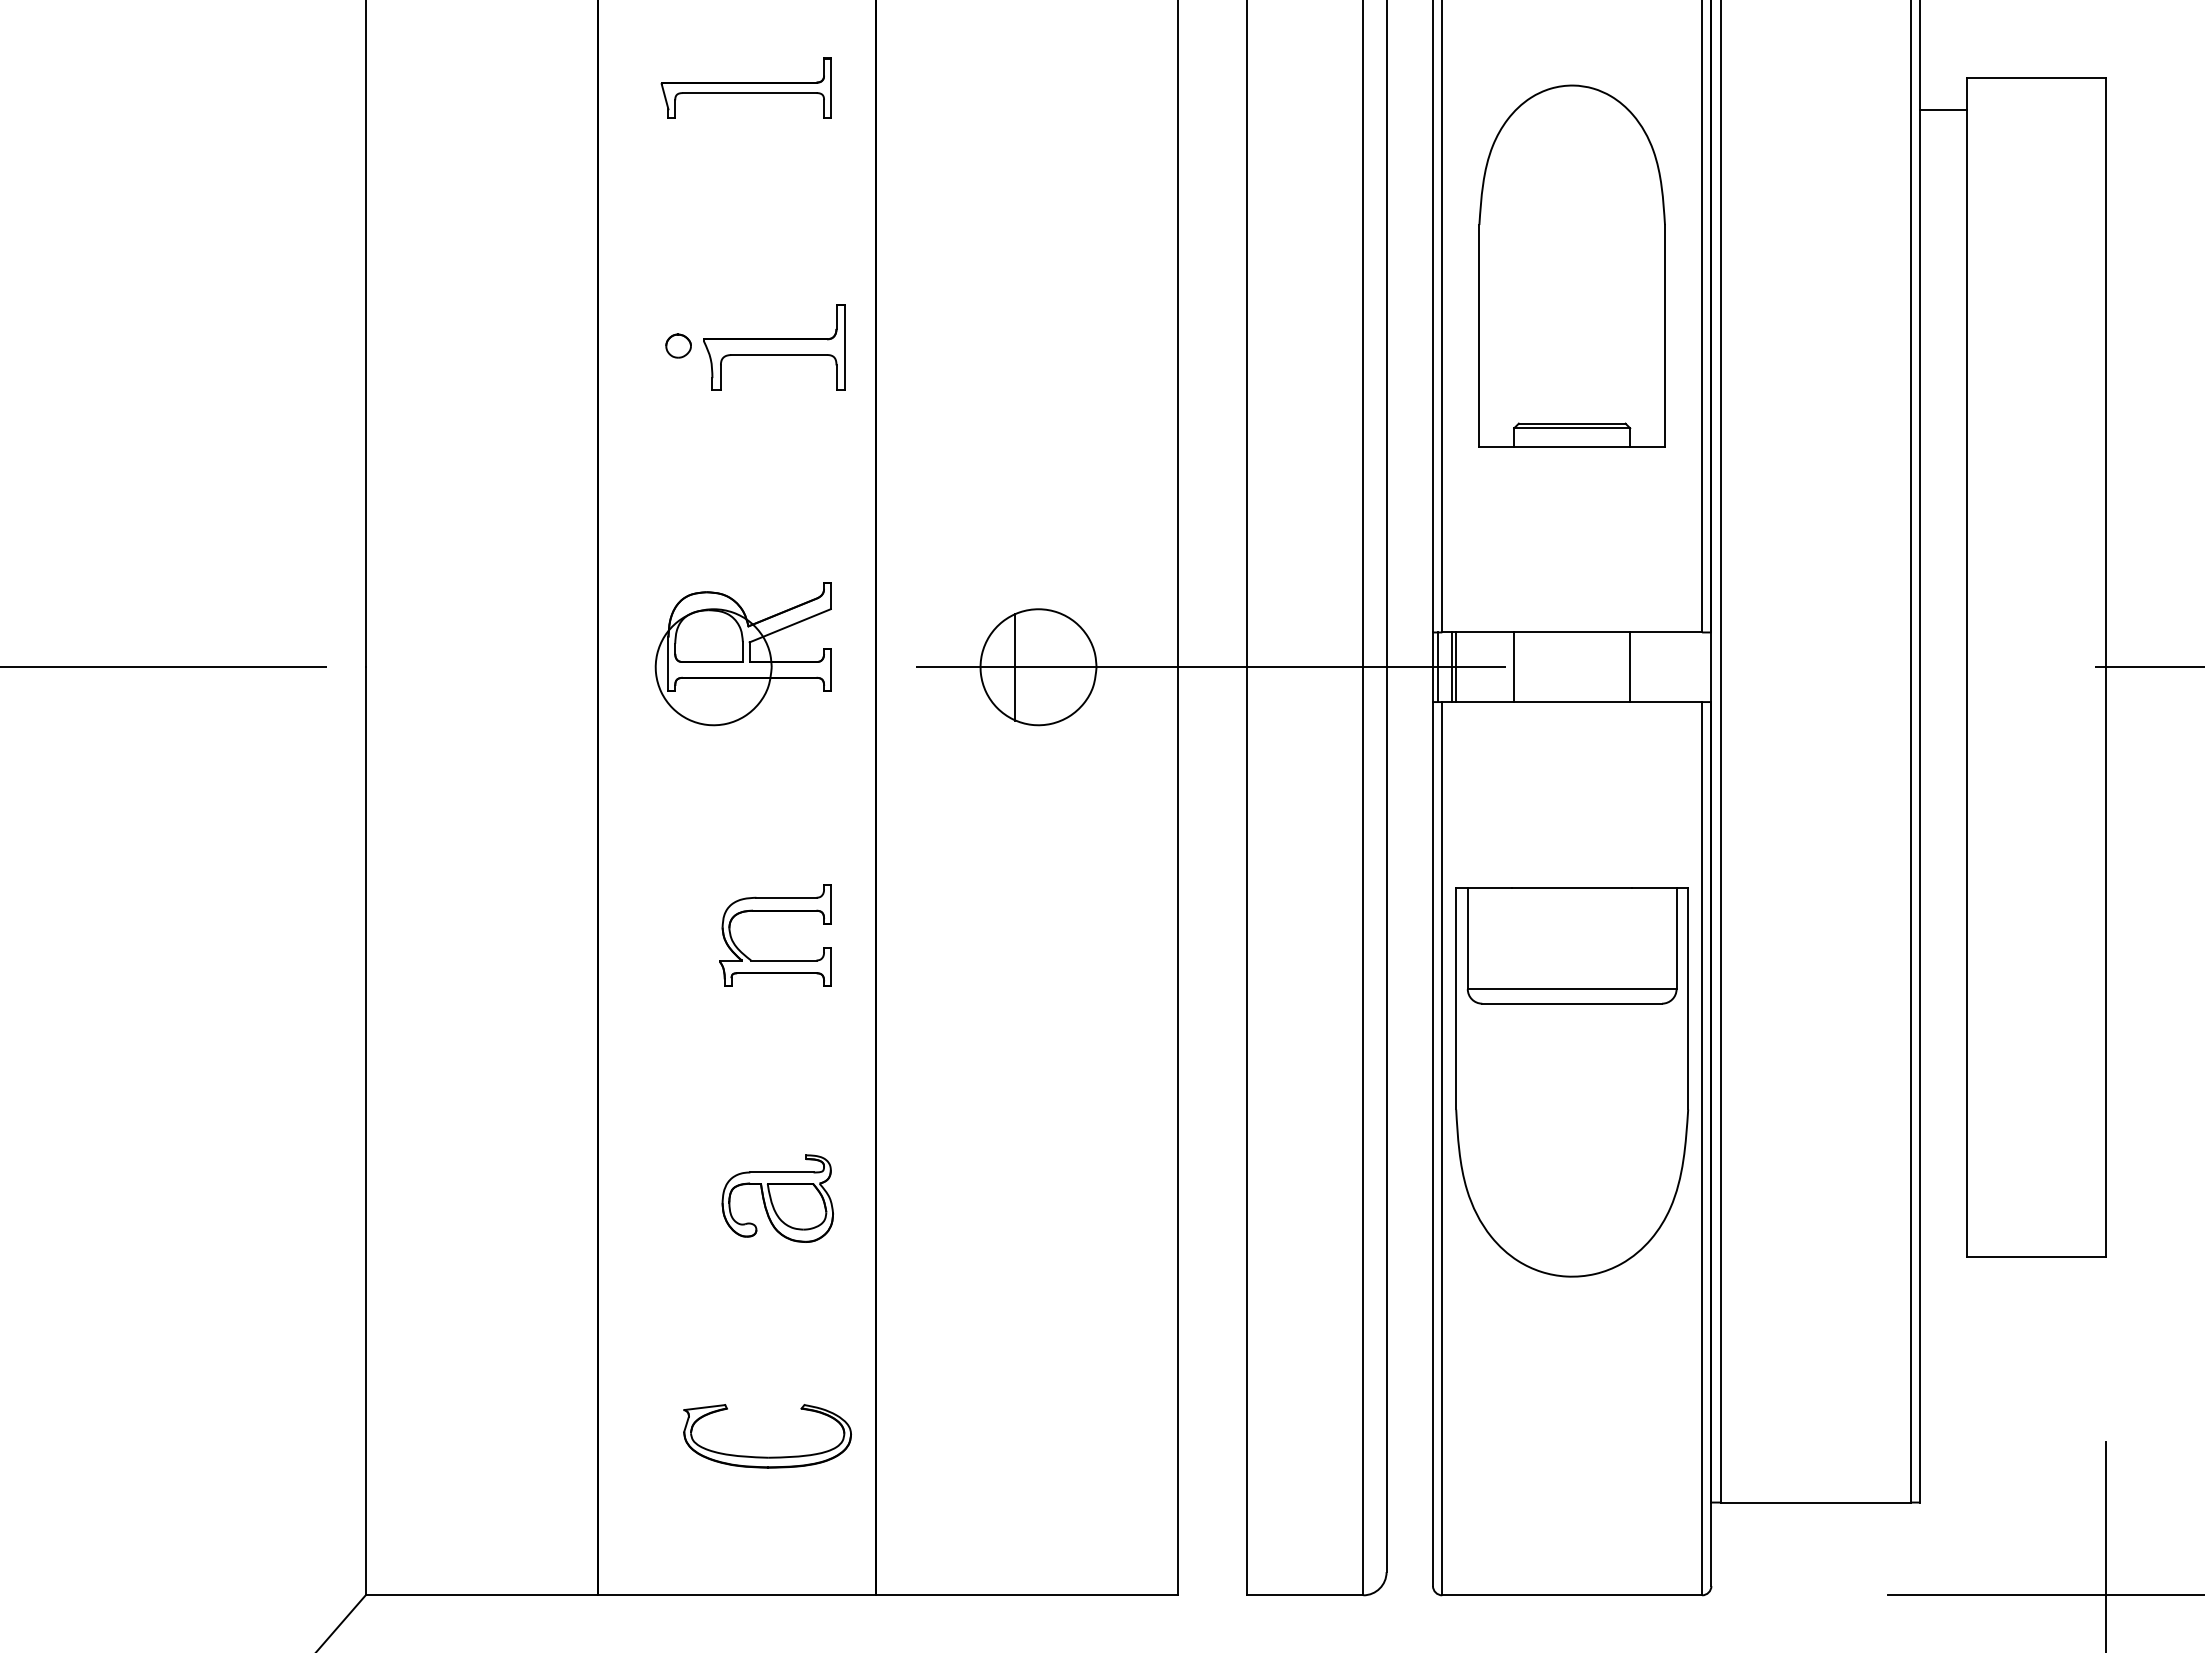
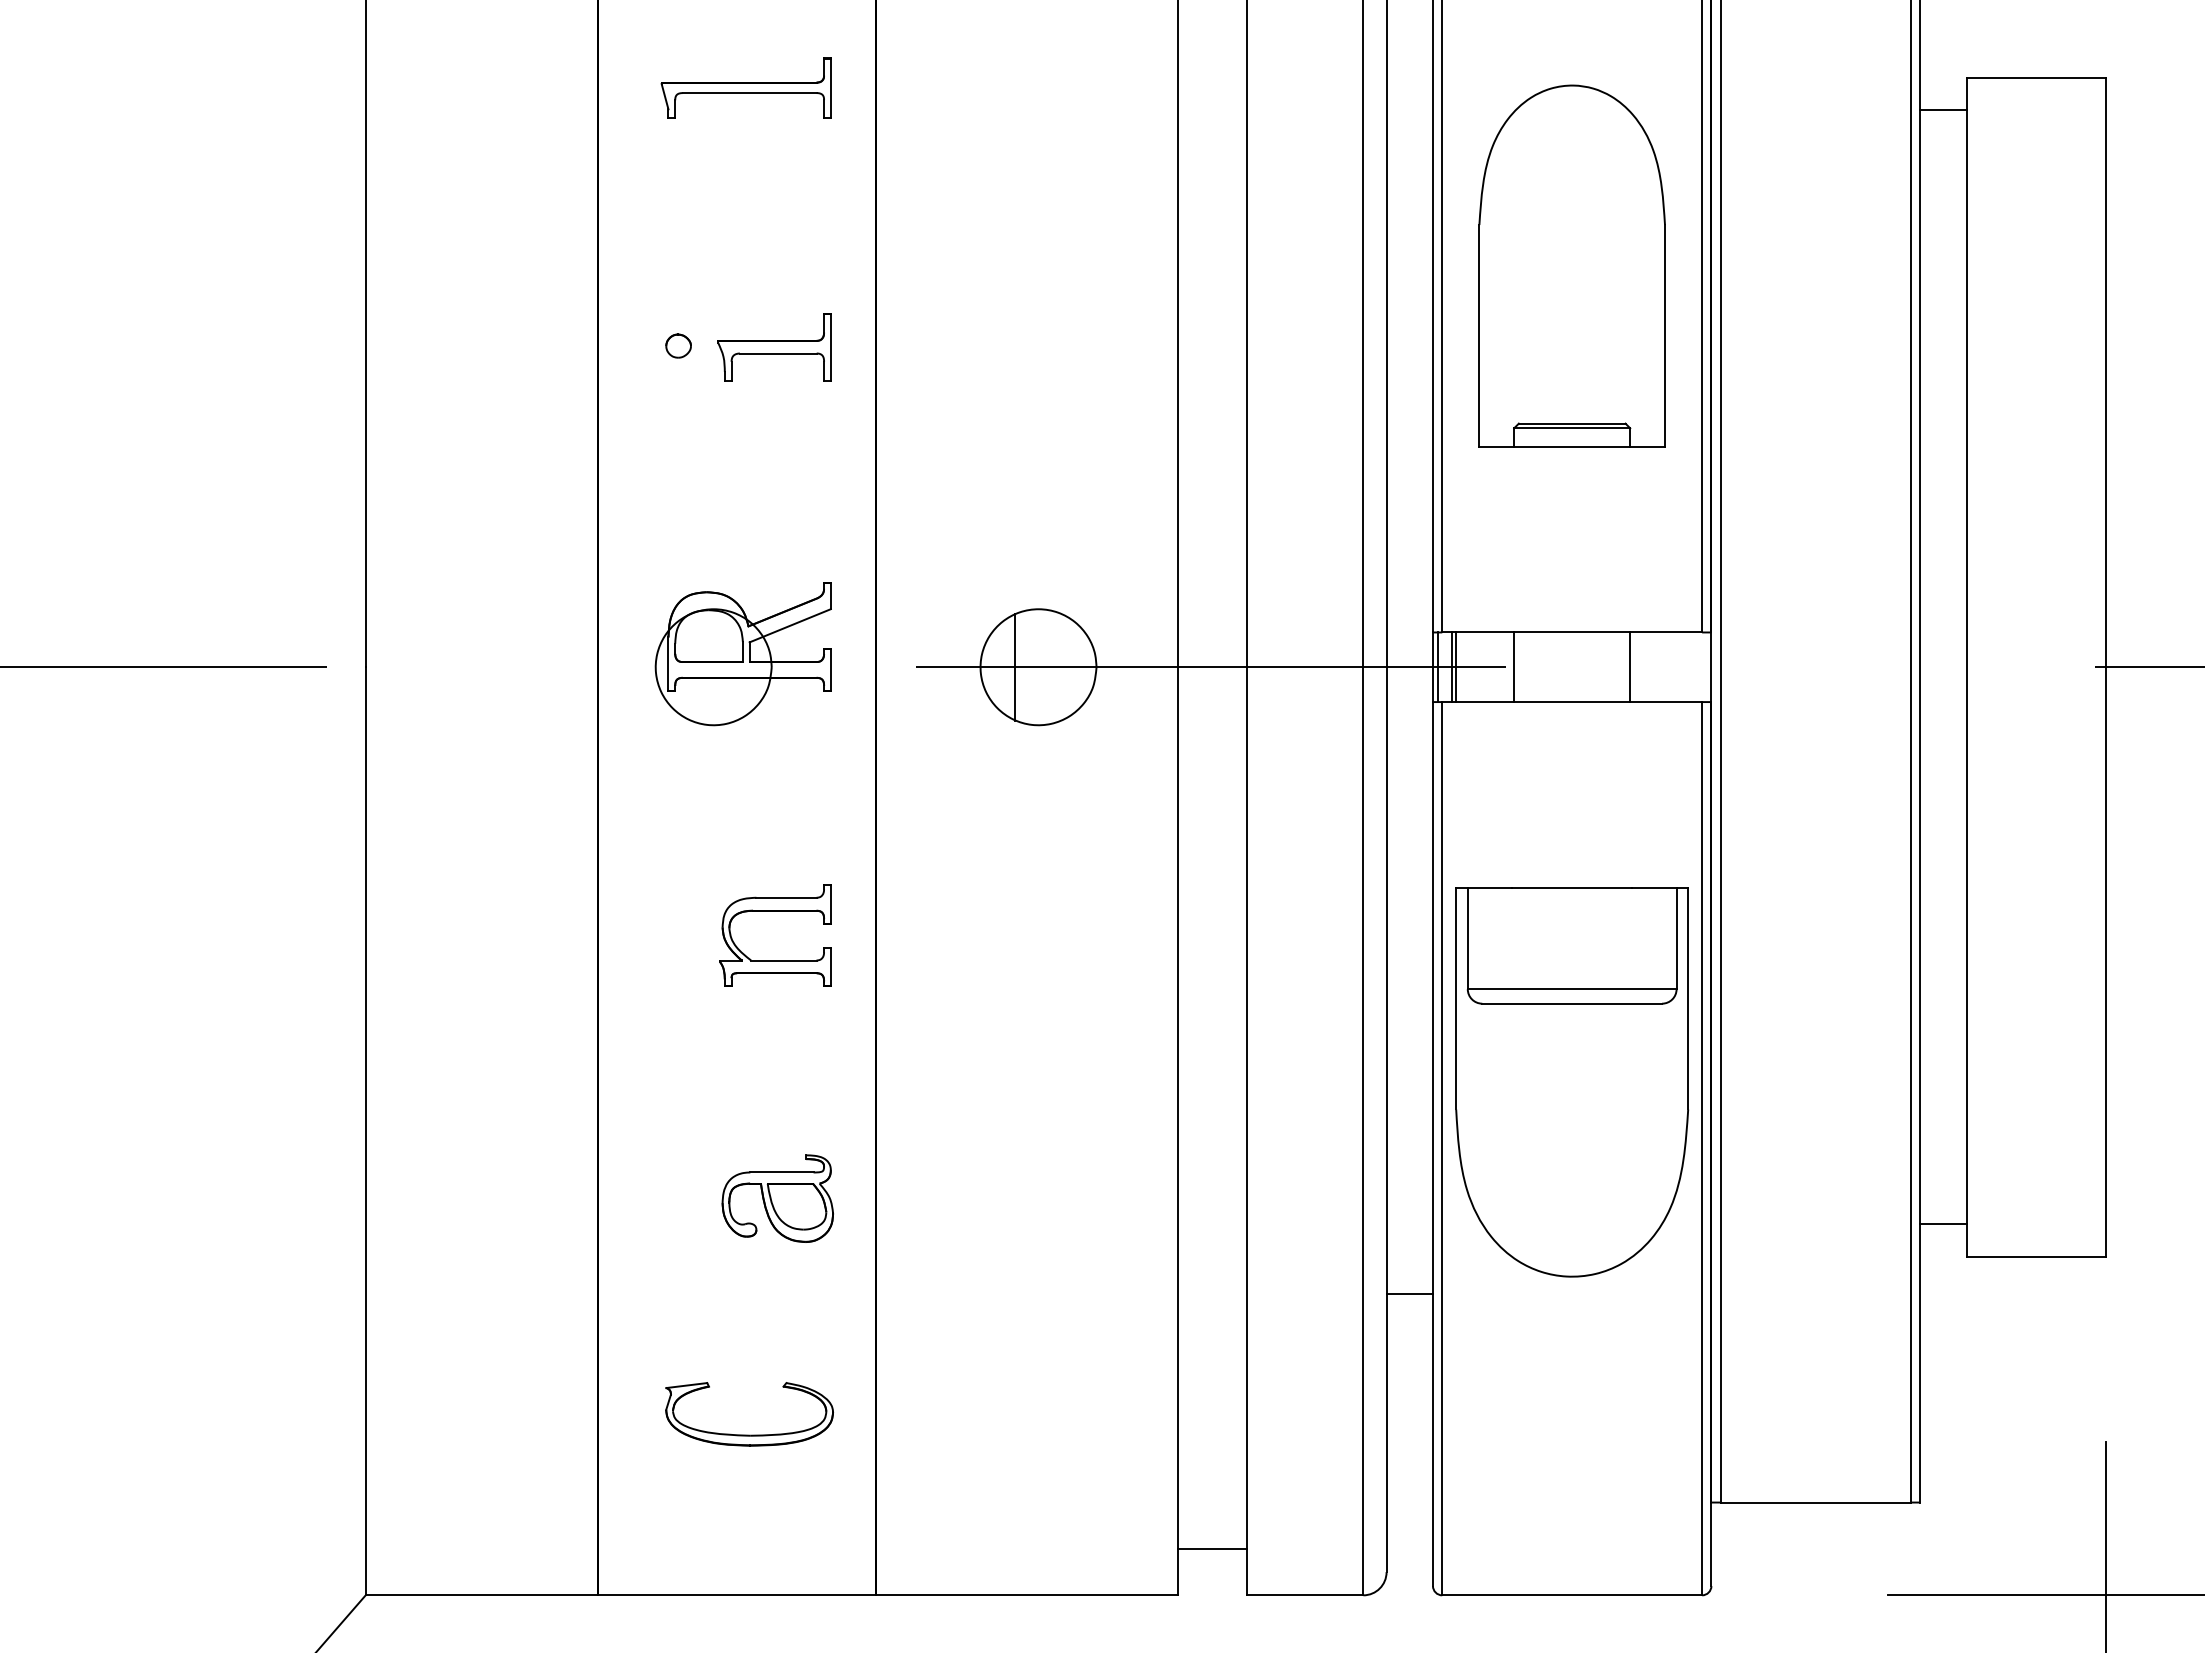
part at (774, 347) size: 143x87 px -> 115x69 px
line at (1943, 1224): none -> present
line at (1409, 1293): none -> present
part at (767, 1456) position: (767, 1456) -> (749, 1434)
line at (1212, 1548): none -> present
